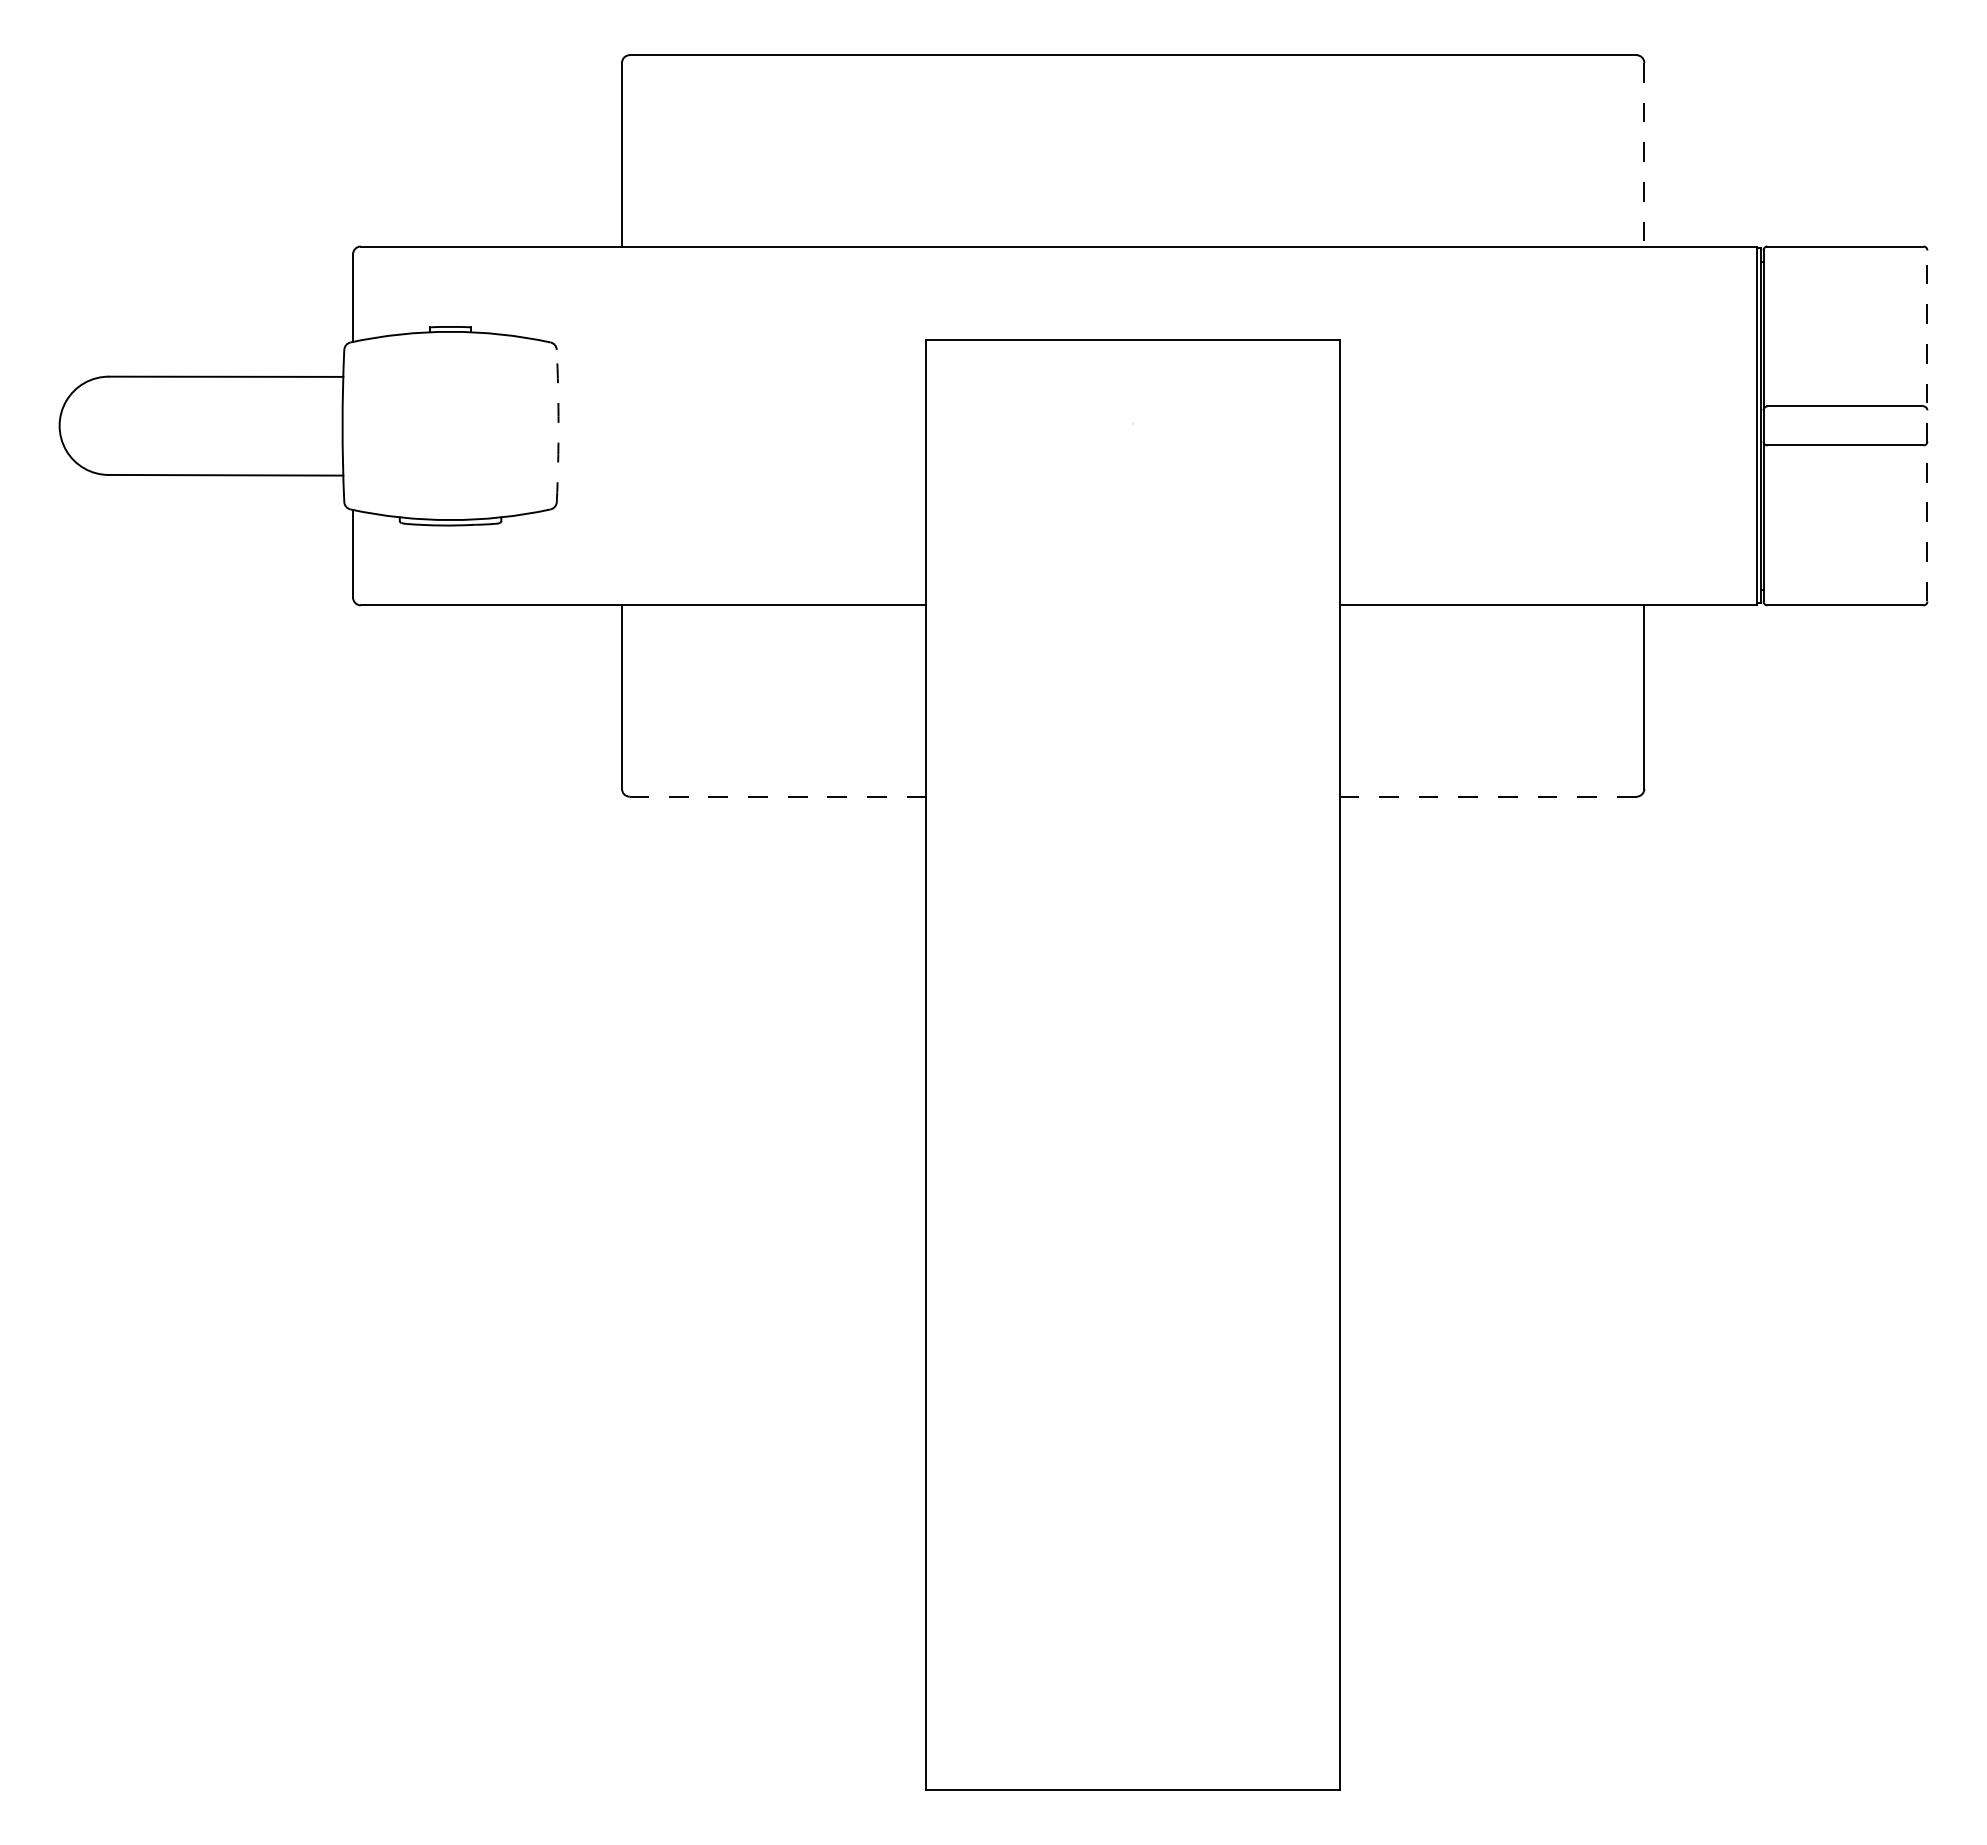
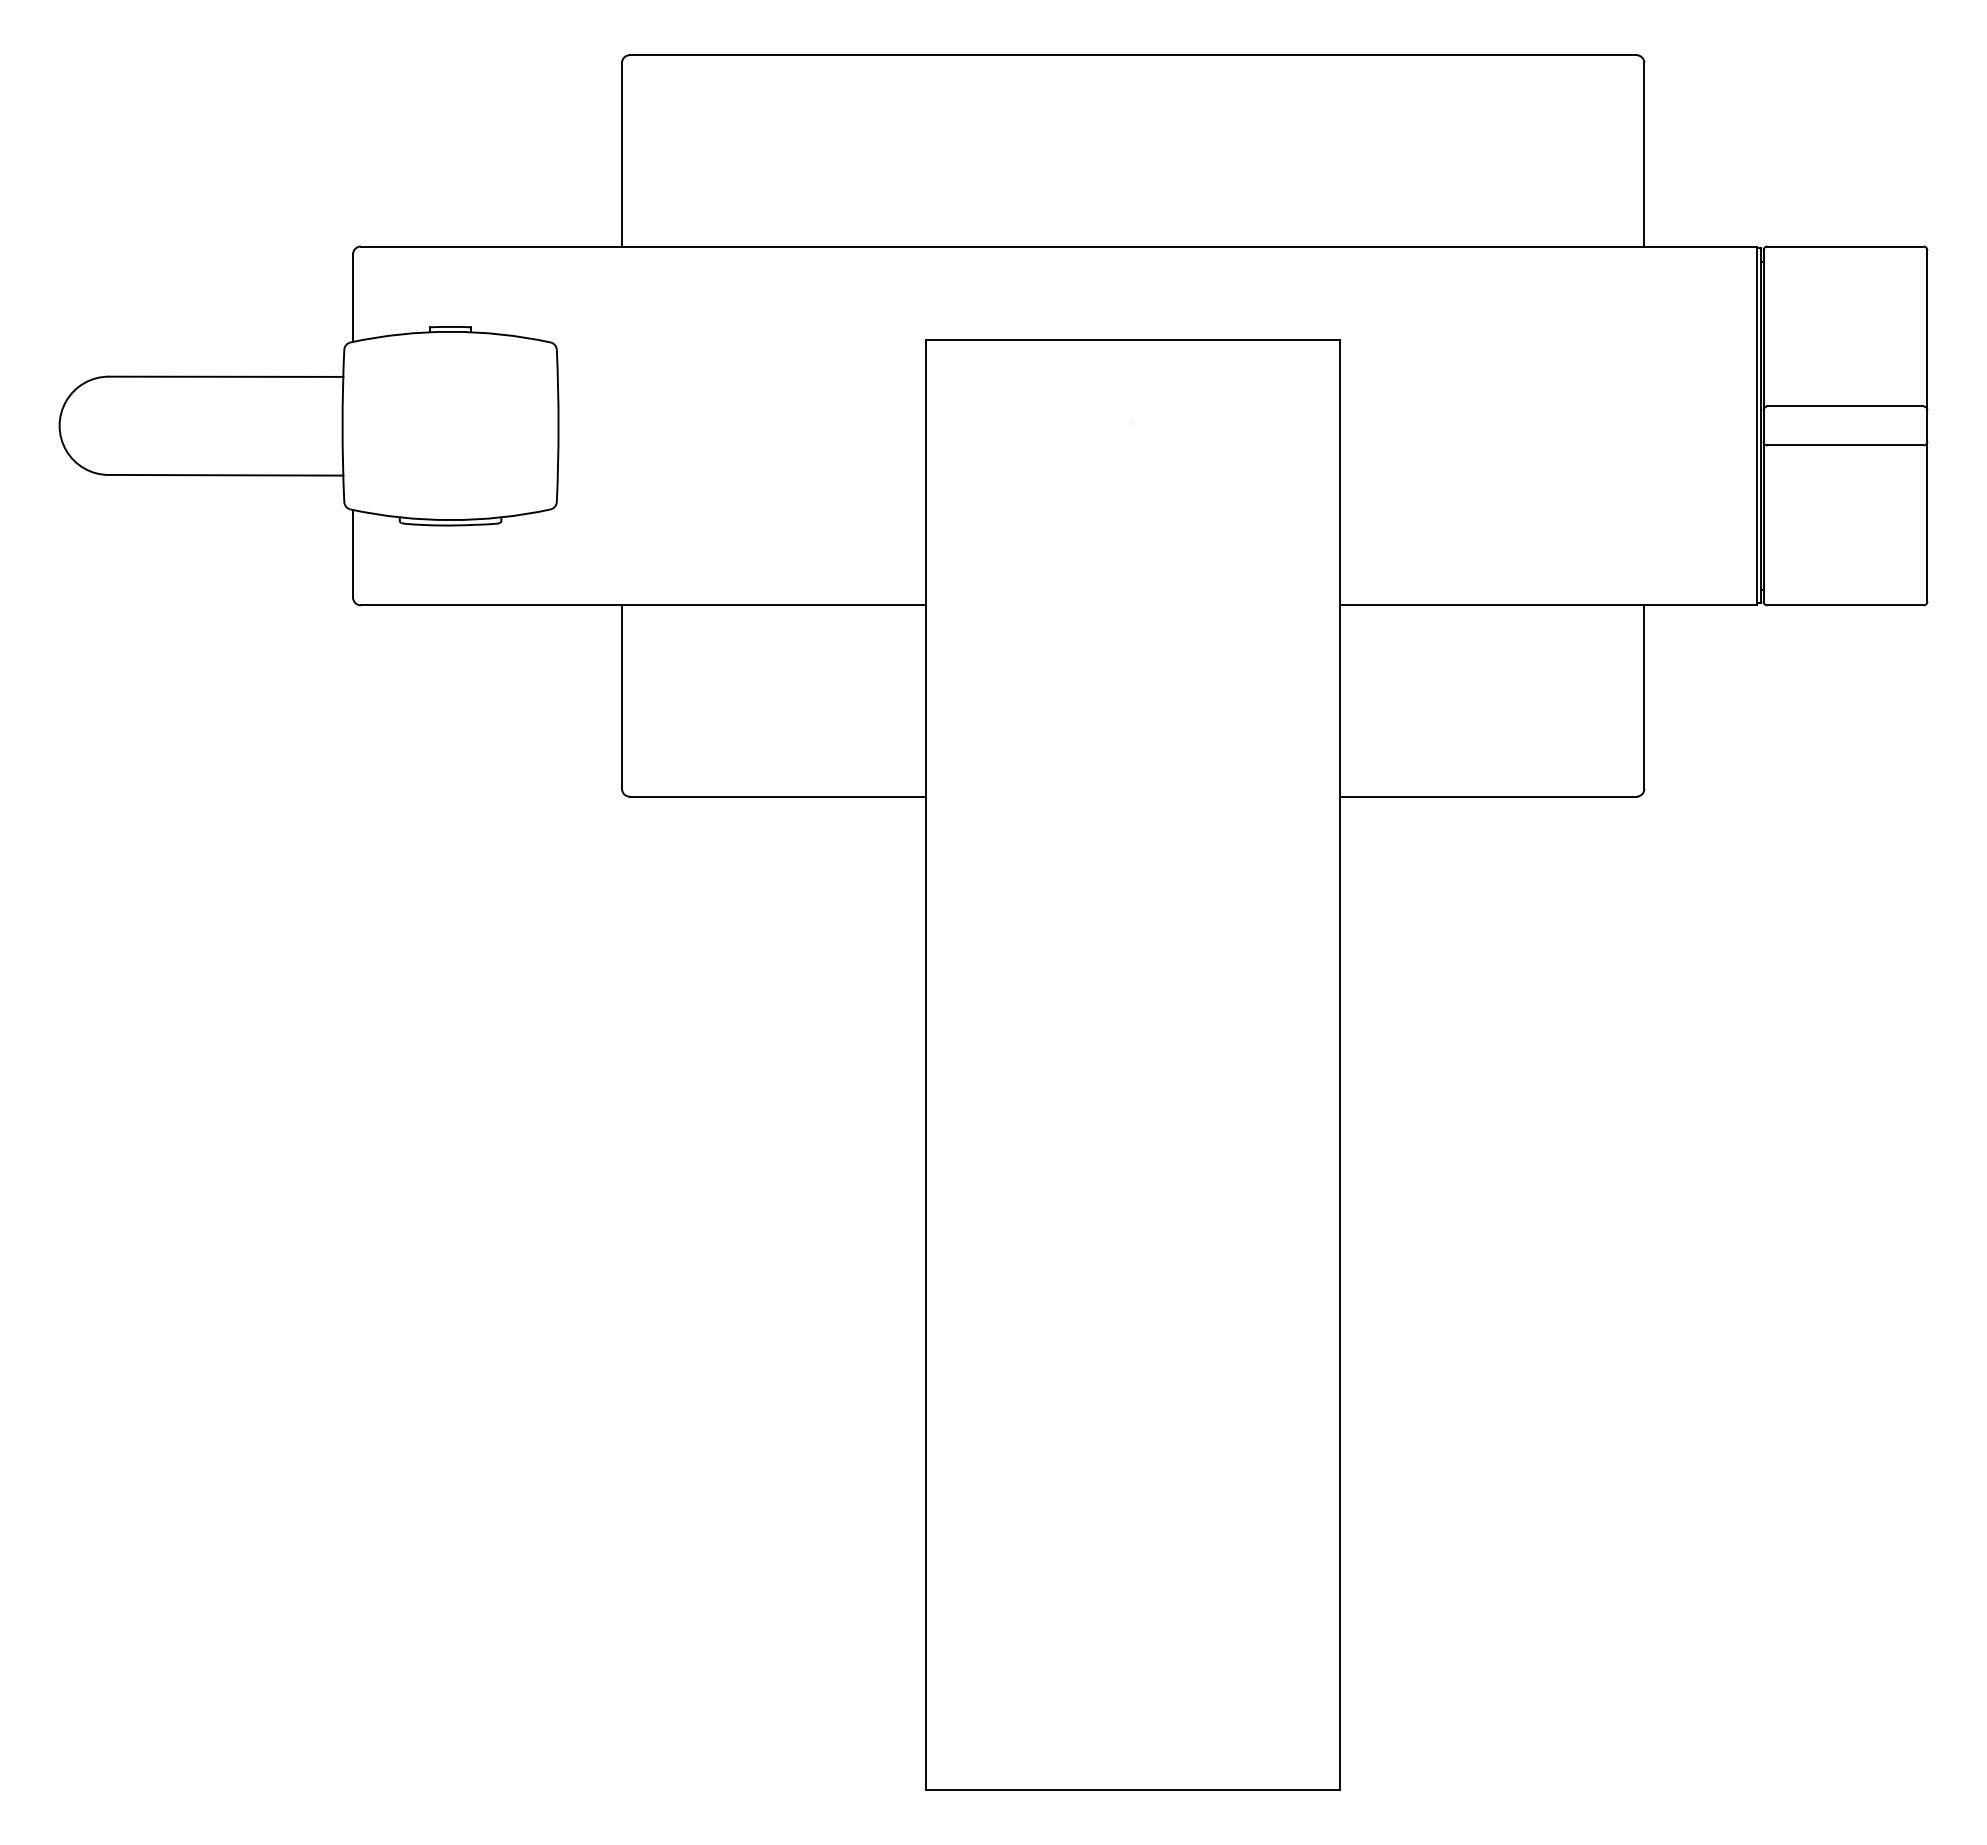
line at (1644, 154): dashed -> solid
arc at (558, 425): dashed -> solid
line at (1927, 425): dashed -> solid
line at (777, 796): dashed -> solid
line at (1487, 796): dashed -> solid
